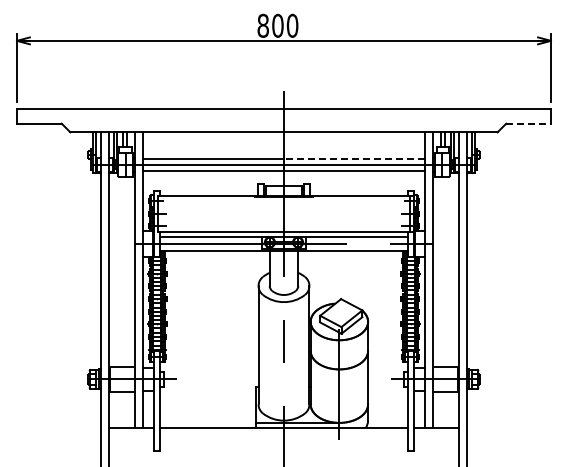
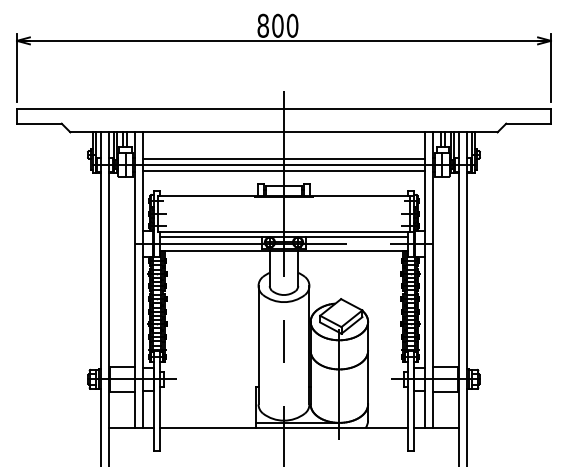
line at (529, 123): dashed -> solid
line at (353, 158): dashed -> solid
